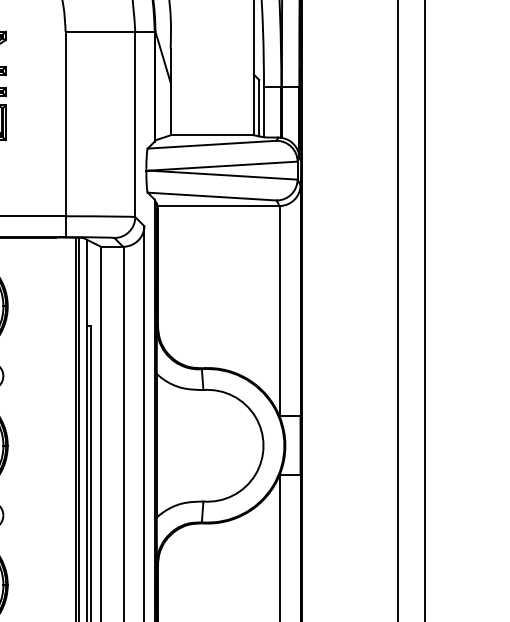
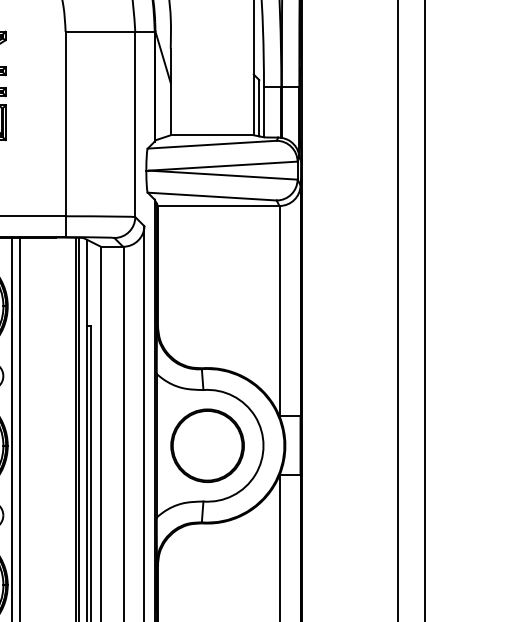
line at (12, 427): none -> present
line at (20, 427): none -> present
part at (207, 445): none -> present
